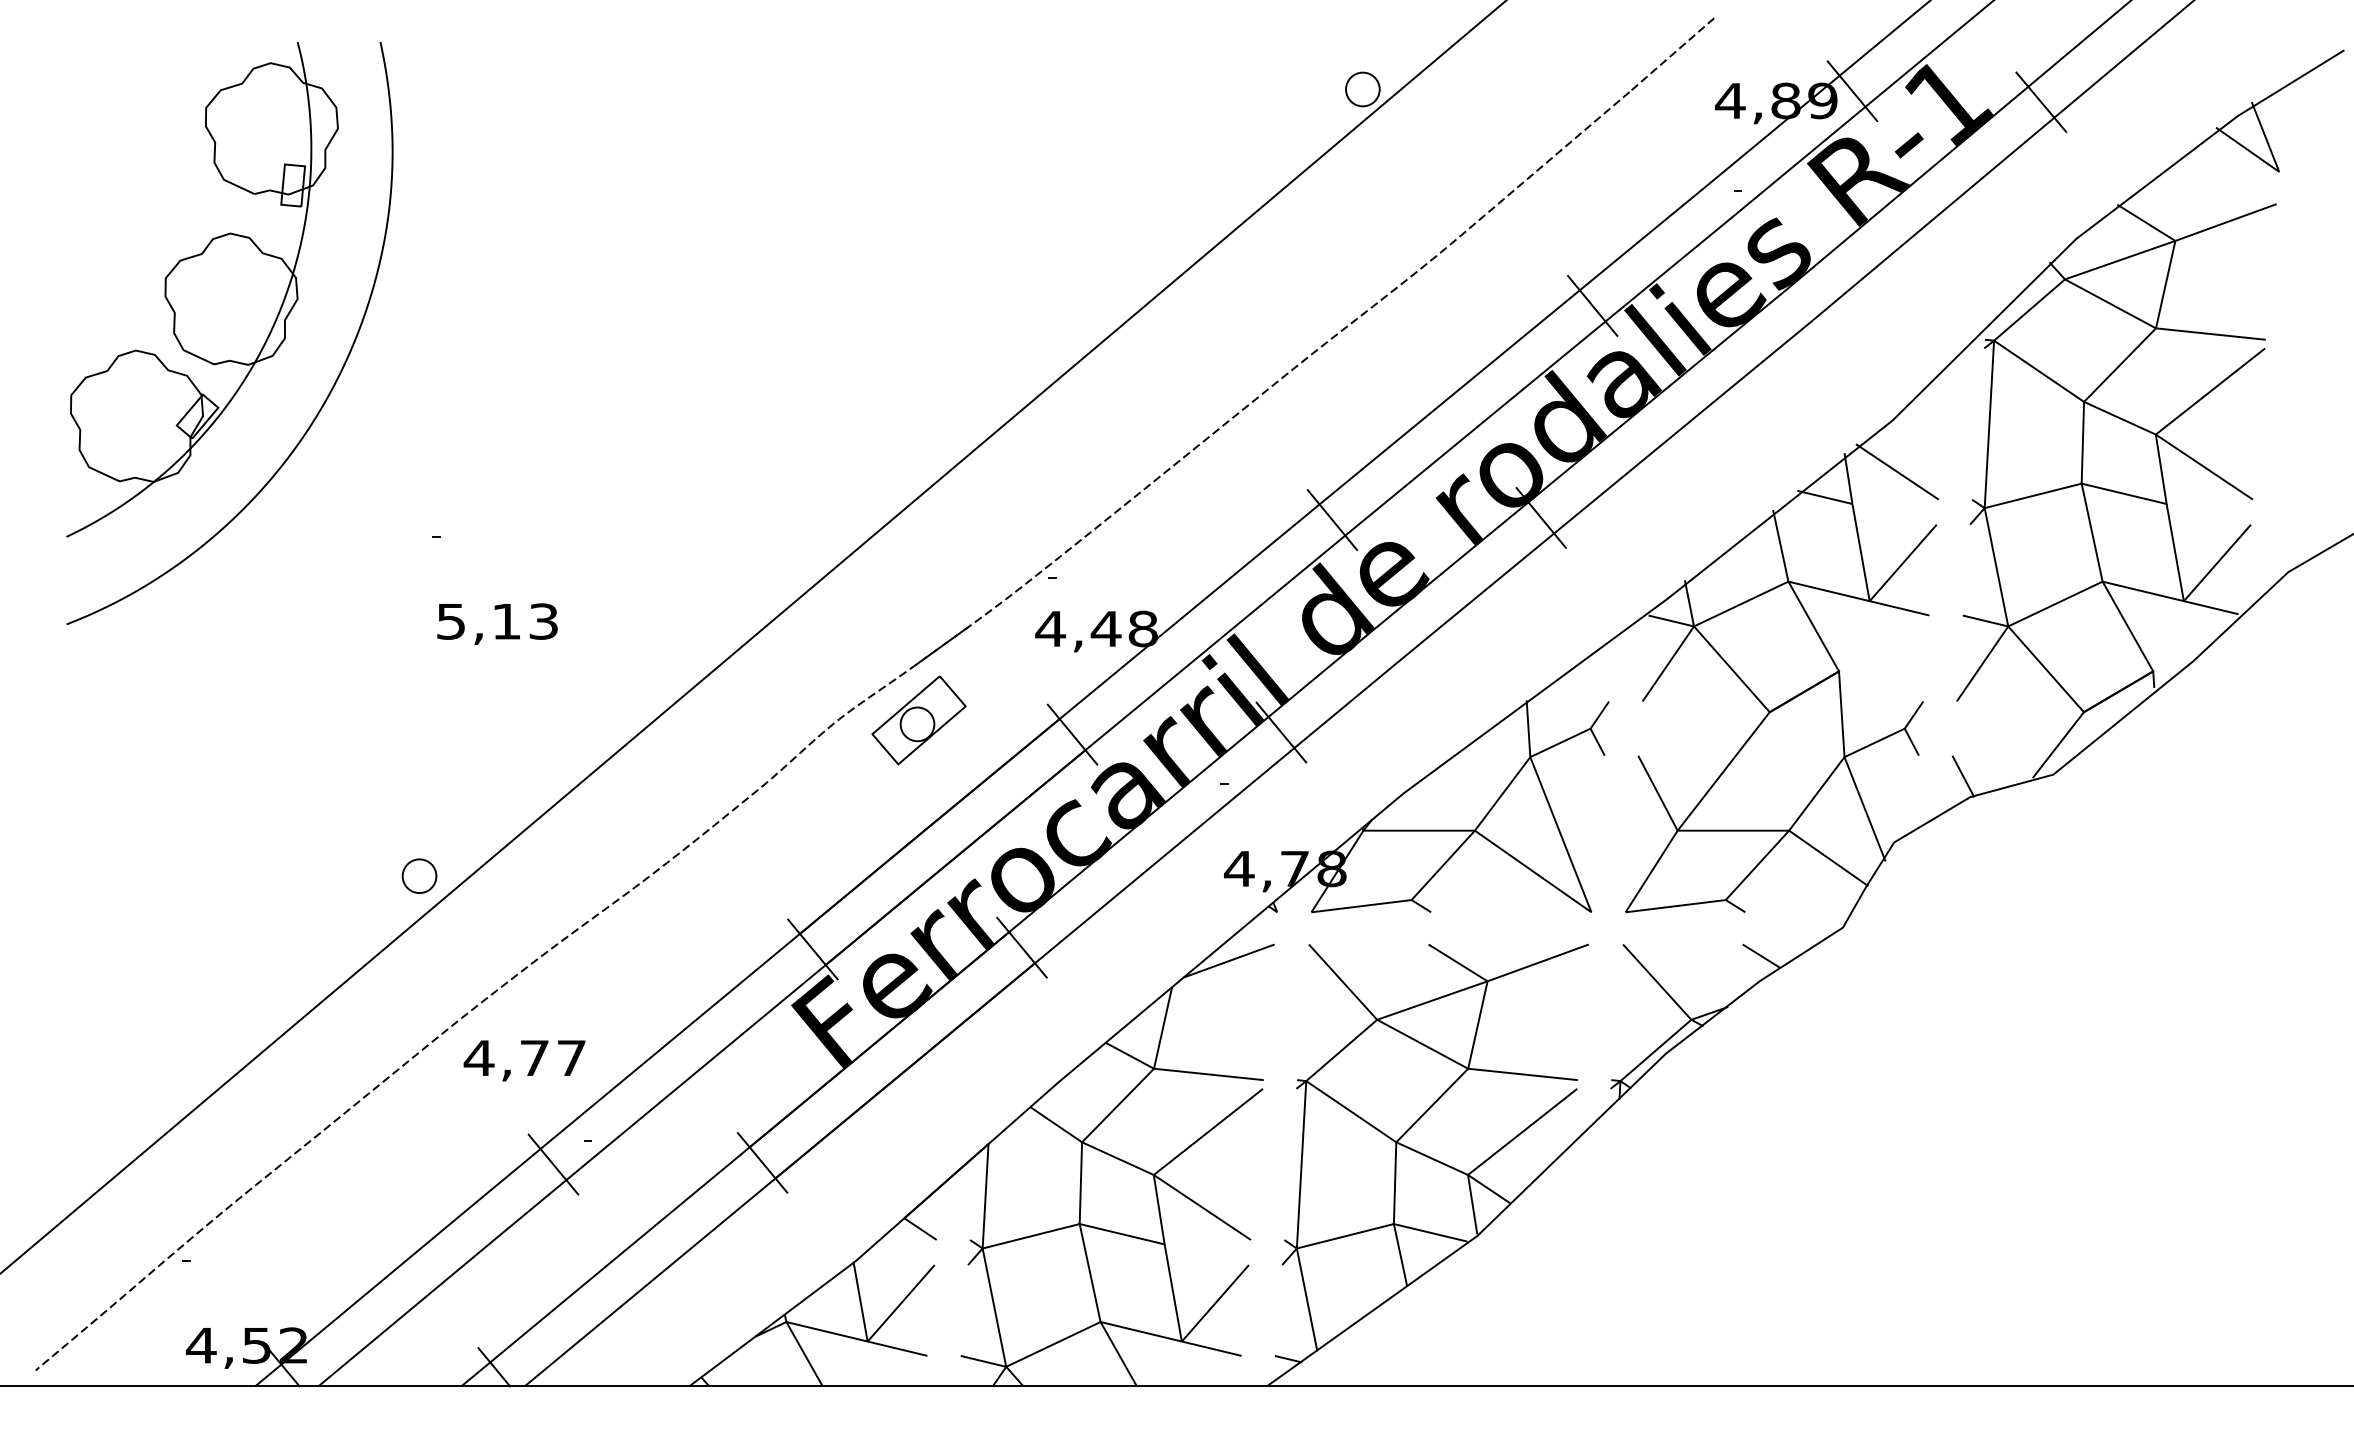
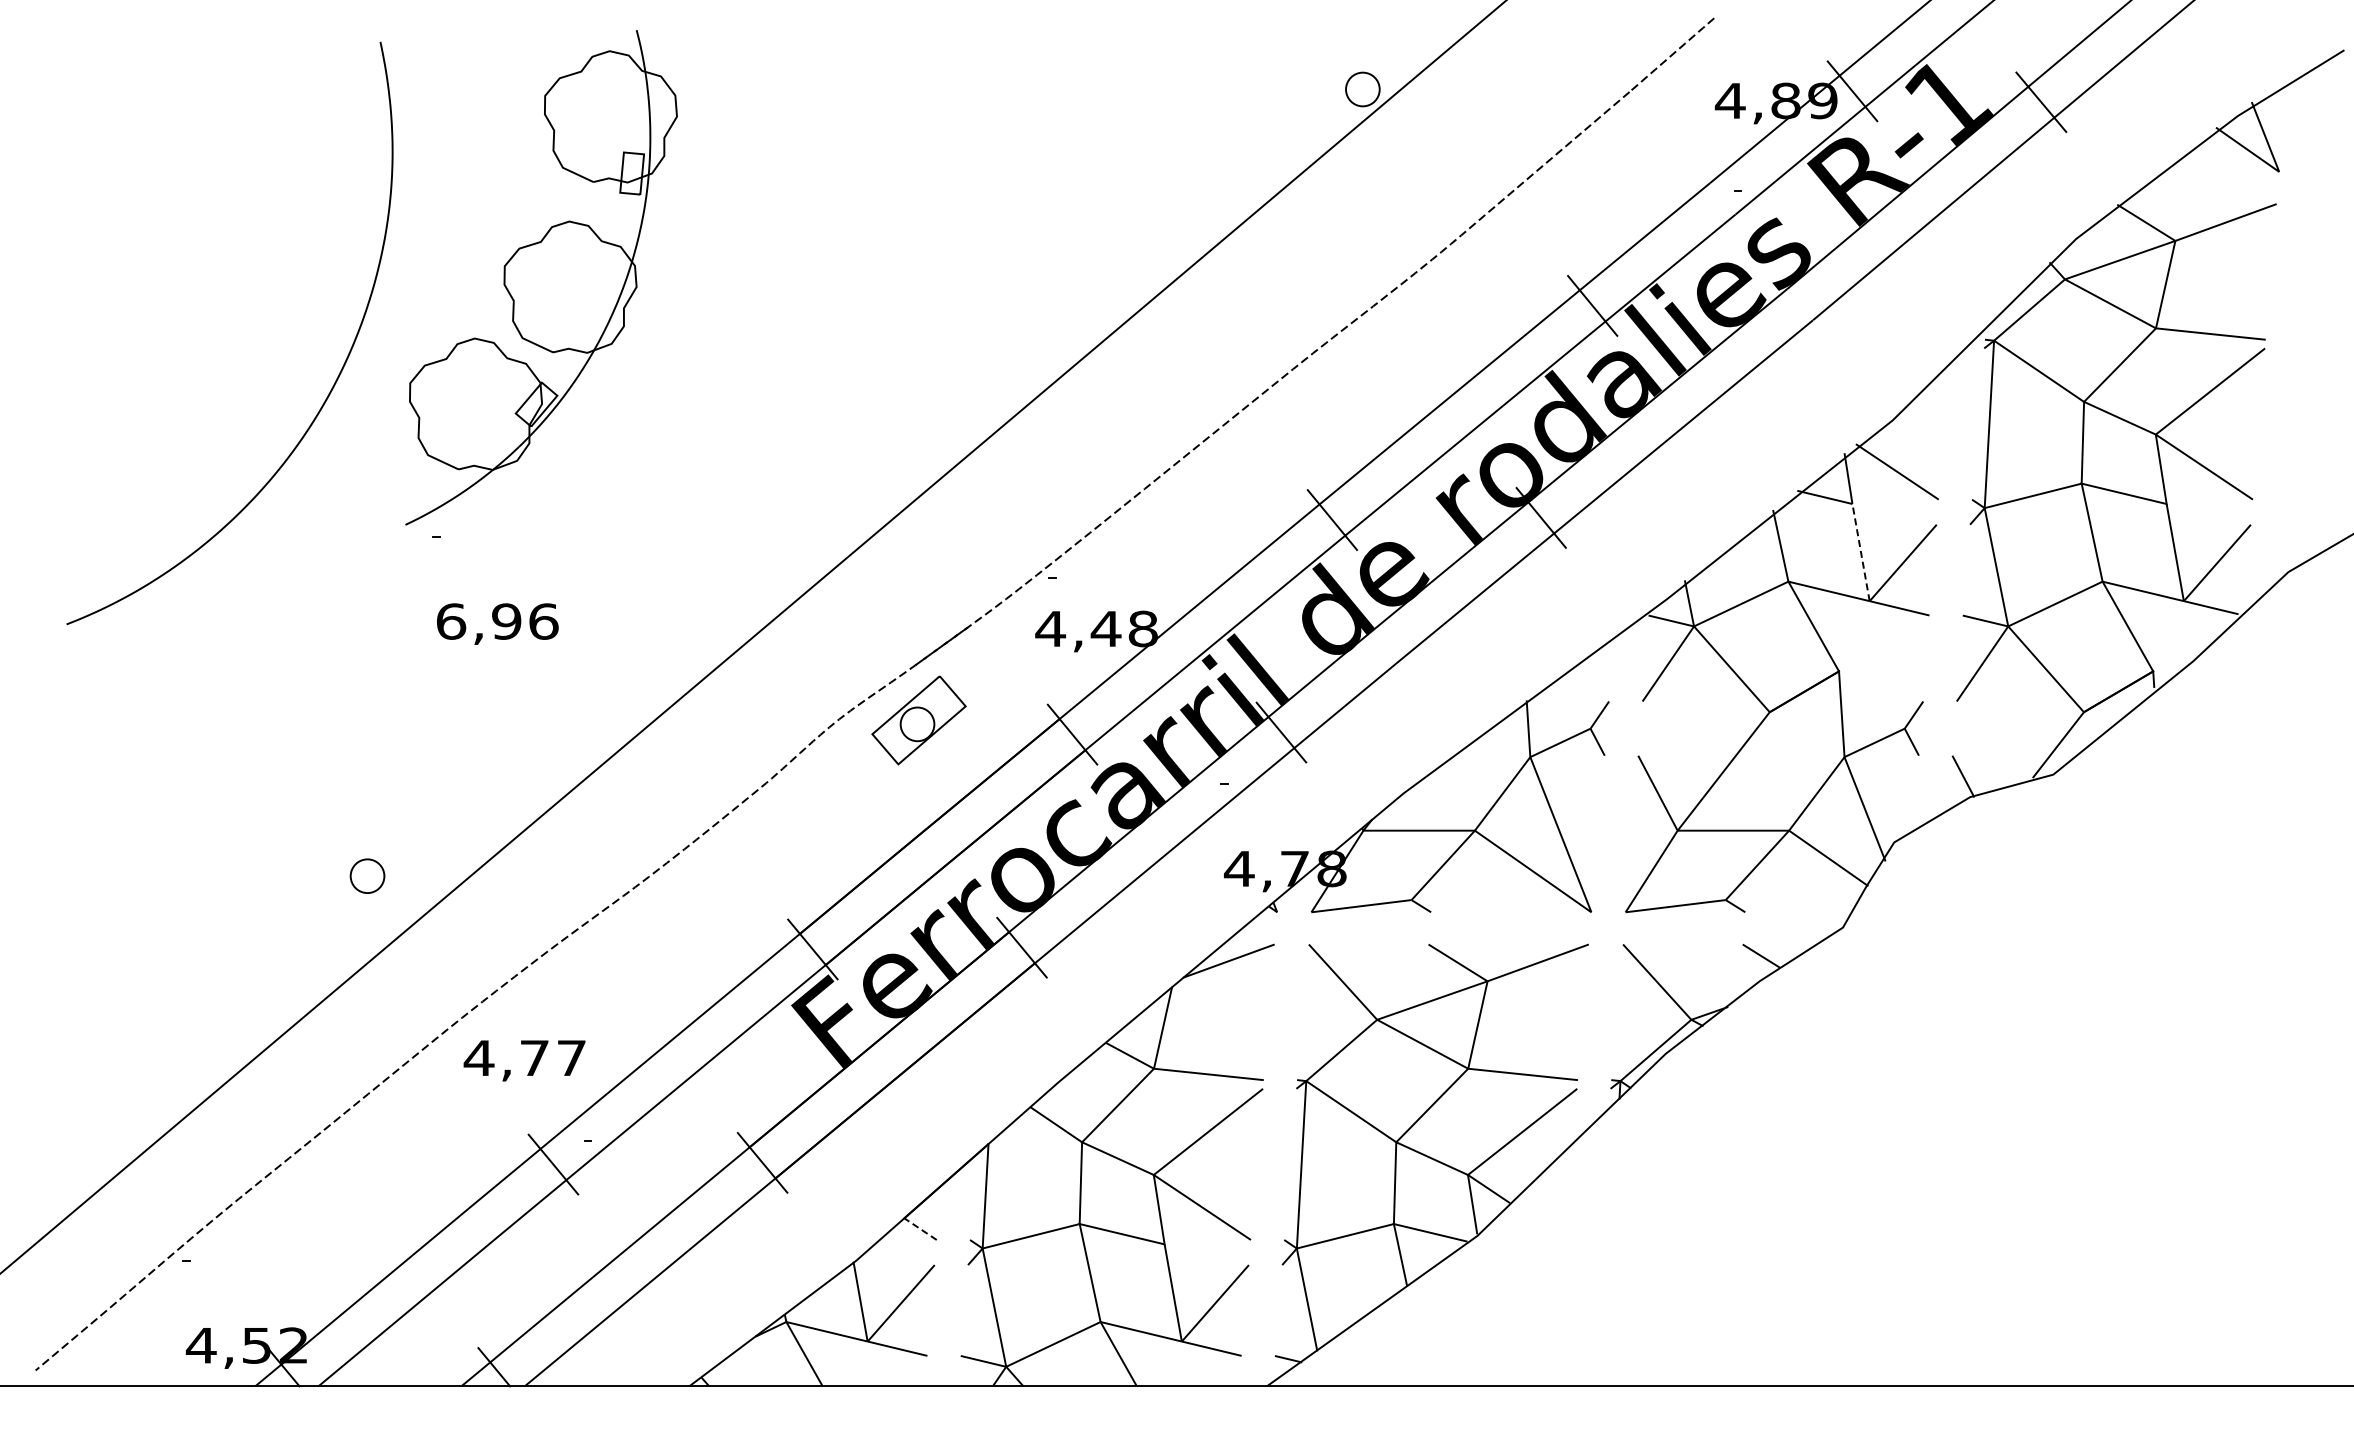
part at (202, 289) position: (202, 289) -> (541, 277)
line at (1860, 552): solid -> dashed
text at (497, 621): 5,13 -> 6,96
part at (419, 875) position: (419, 875) -> (367, 875)
line at (920, 1228): solid -> dashed
